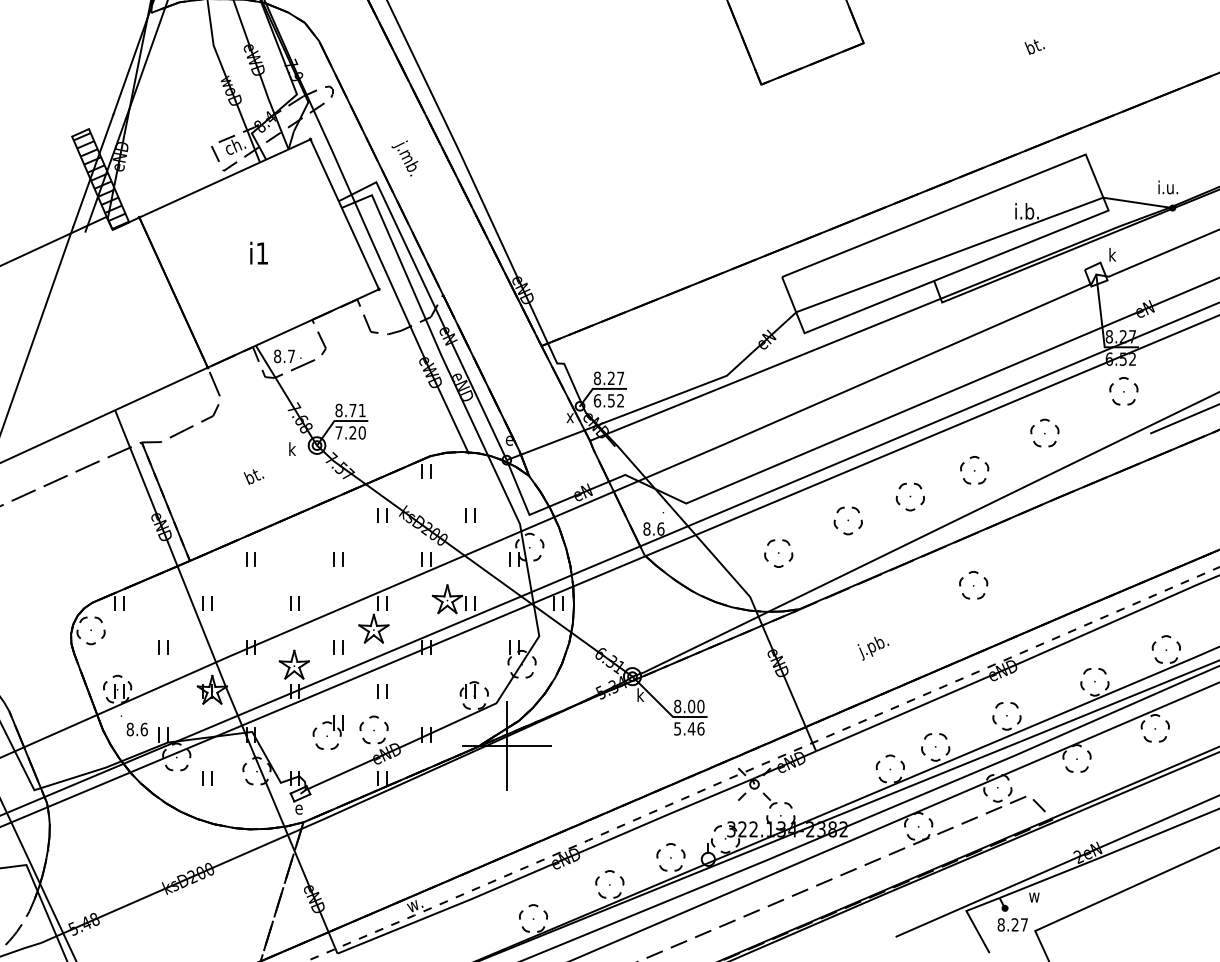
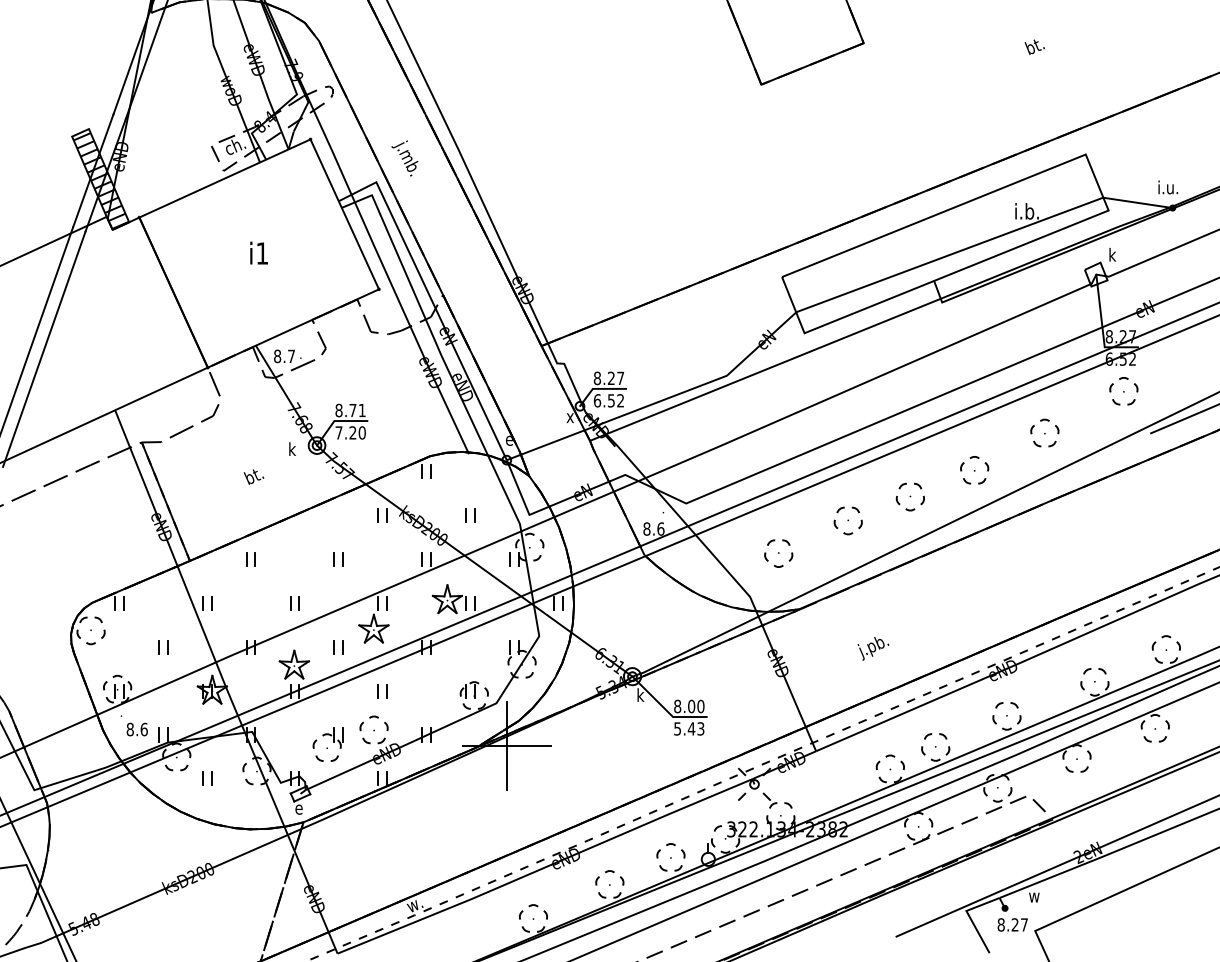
line at (44, 348): none -> present
part at (973, 585): present -> none
text at (700, 728): 5.46 -> 5.43
part at (327, 732) position: (327, 732) -> (327, 744)
